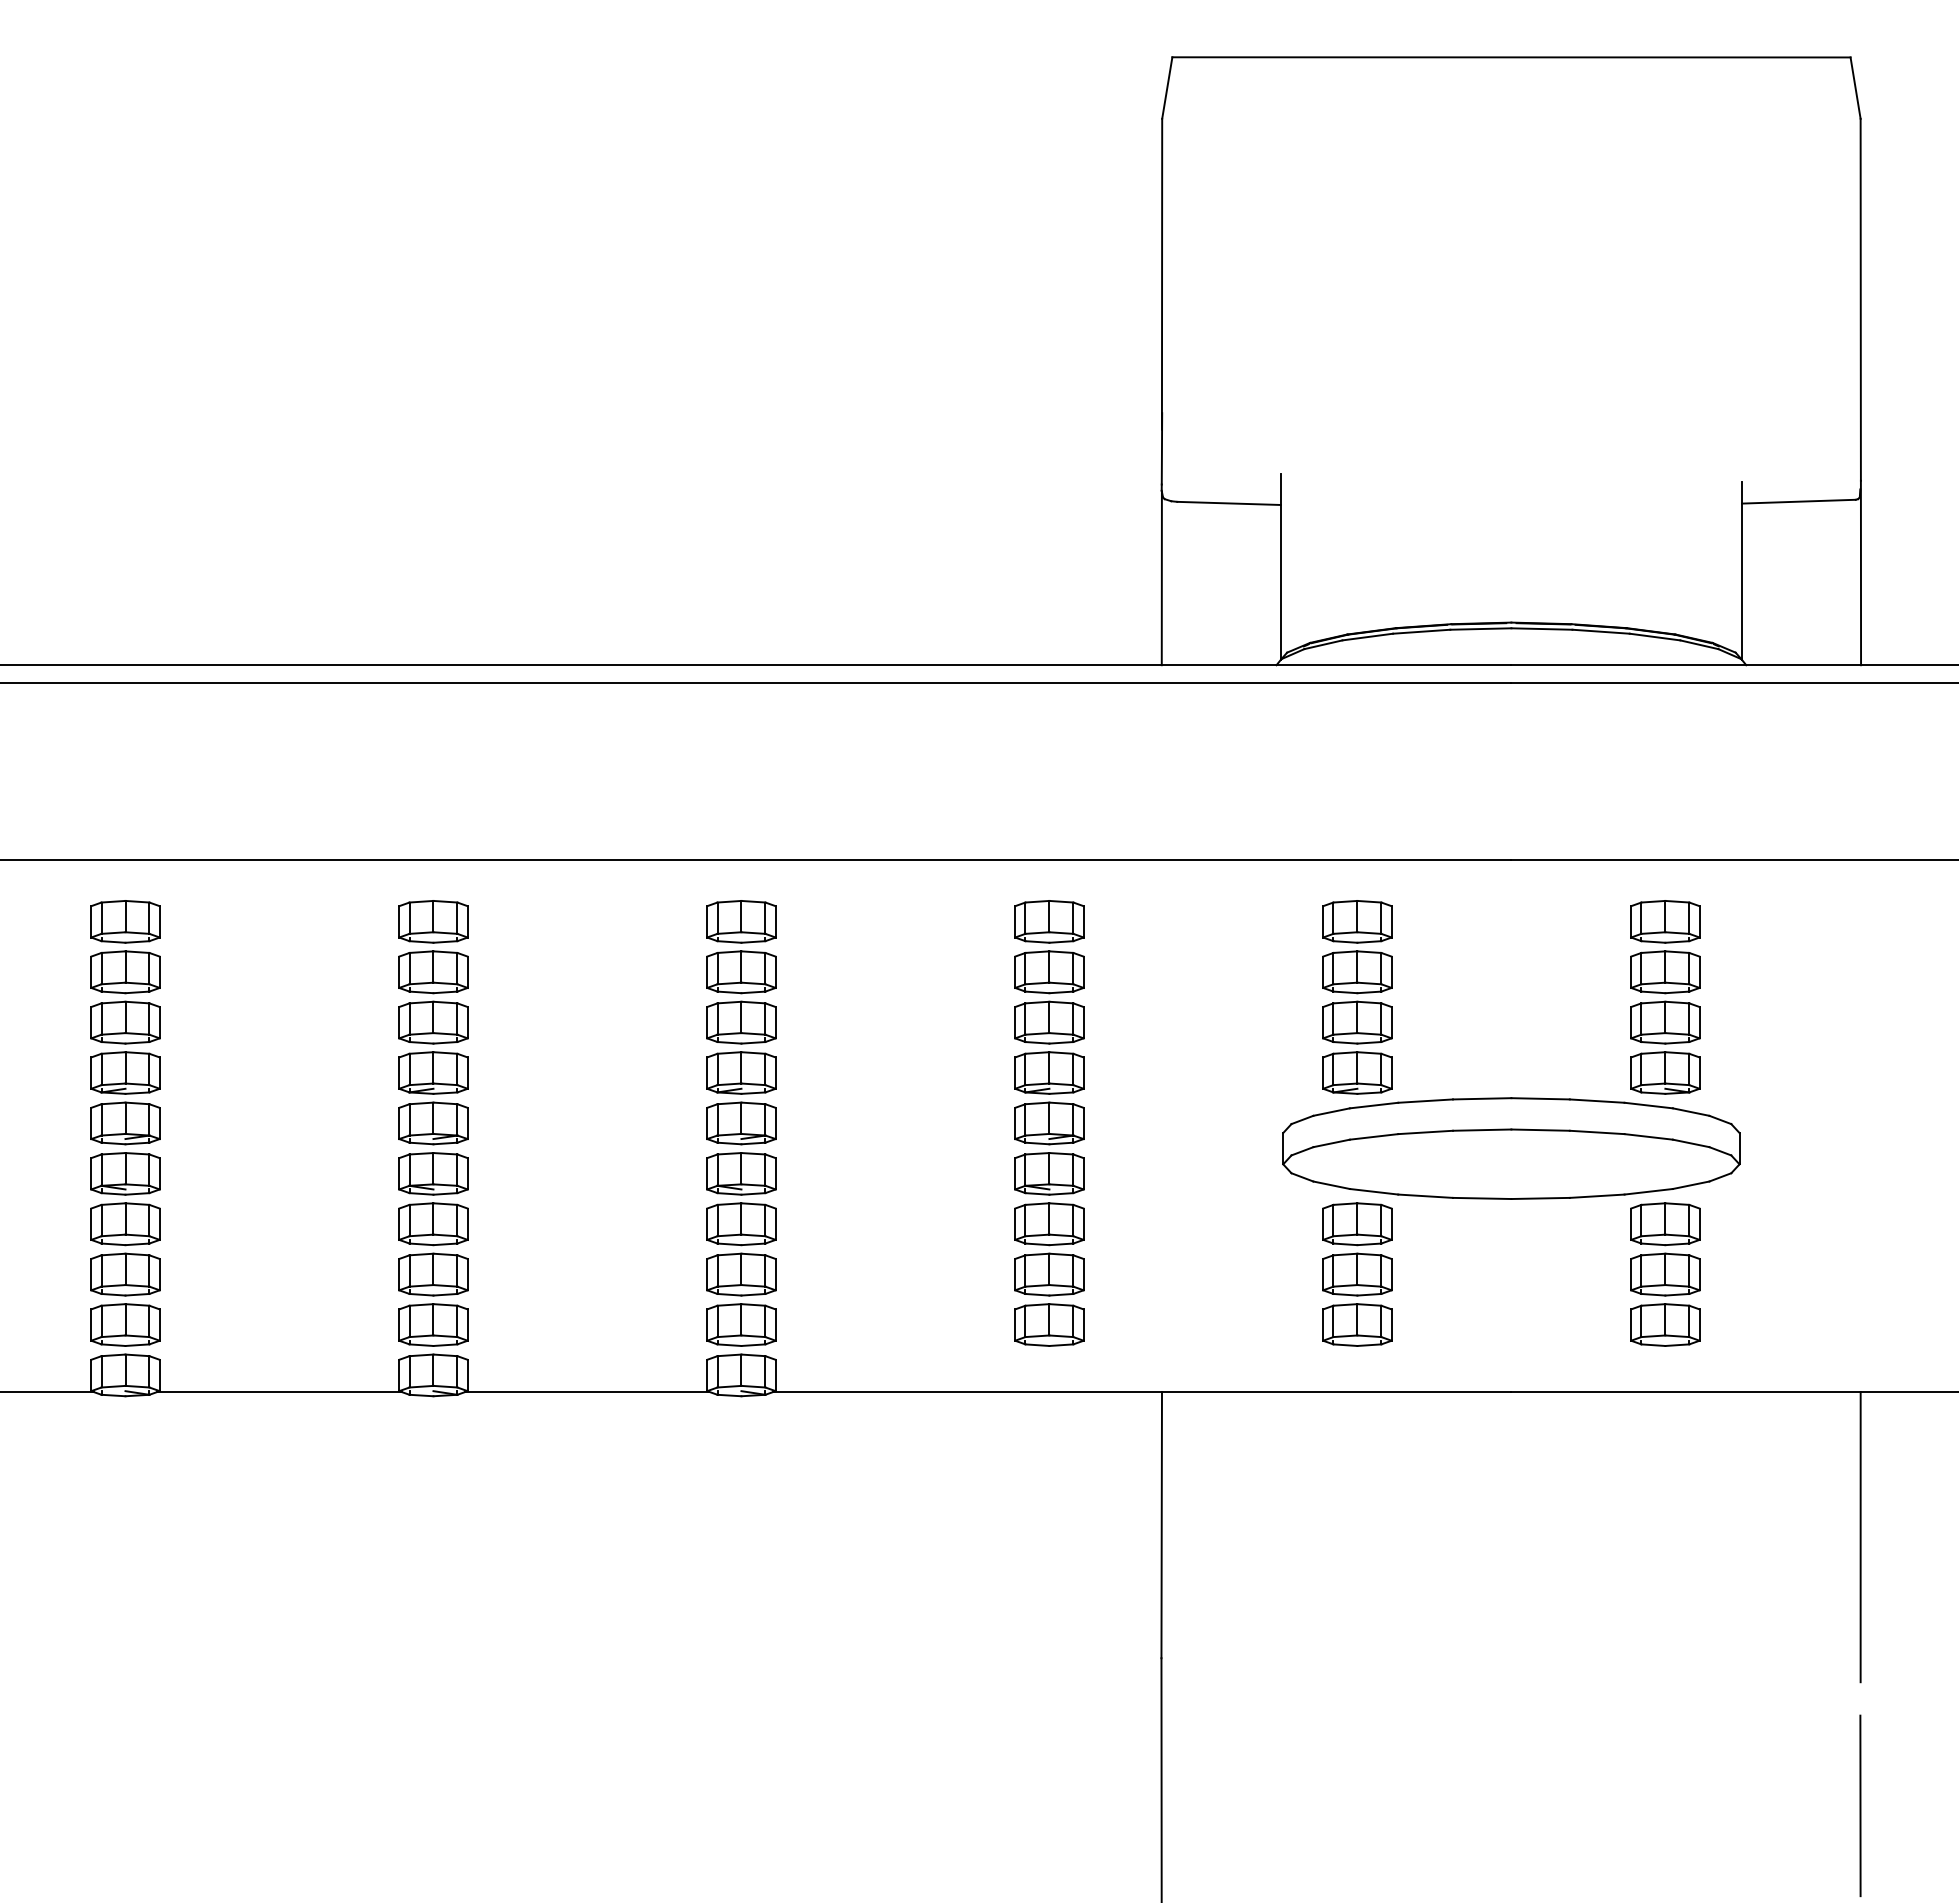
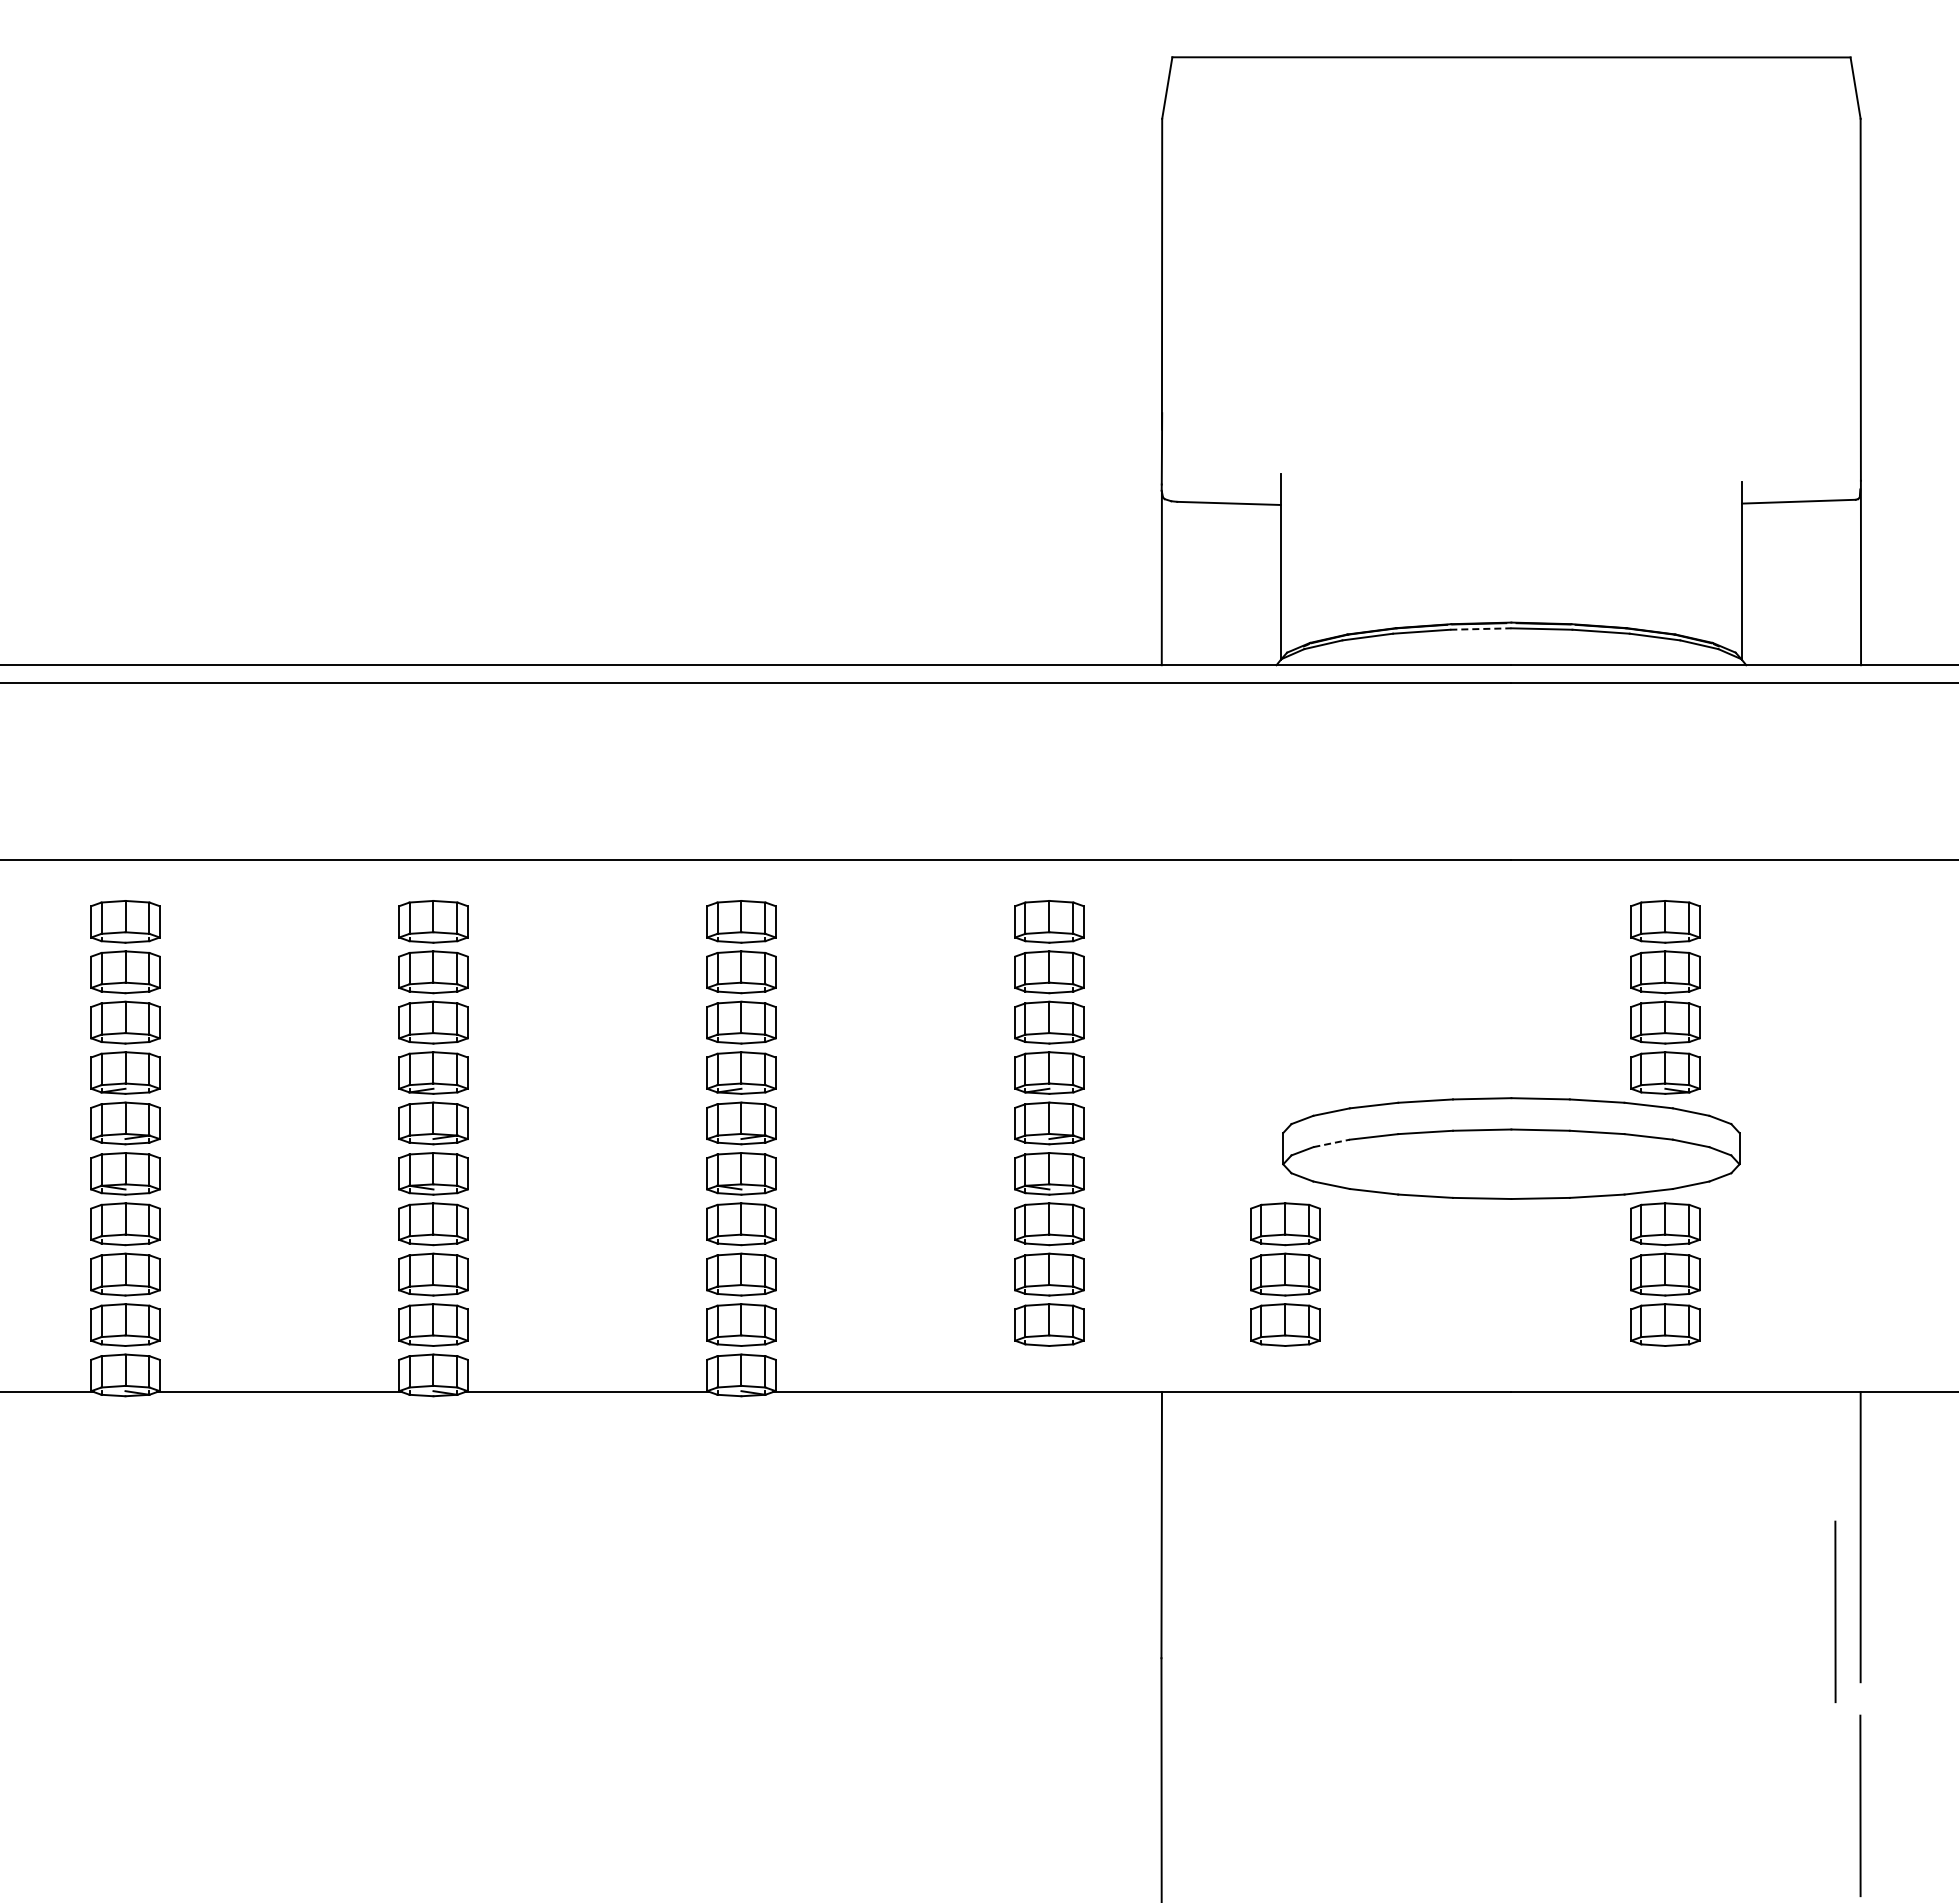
line at (1480, 629): solid -> dashed
part at (1357, 997): present -> none
line at (1331, 1143): solid -> dashed
part at (1357, 1274) position: (1357, 1274) -> (1285, 1274)
line at (1835, 1611): none -> present
